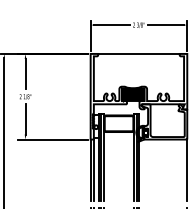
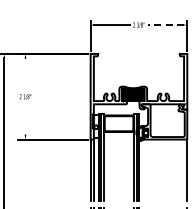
line at (165, 25): solid -> dashed
line at (138, 53): present -> none
line at (25, 73): present -> none
line at (25, 119): present -> none
